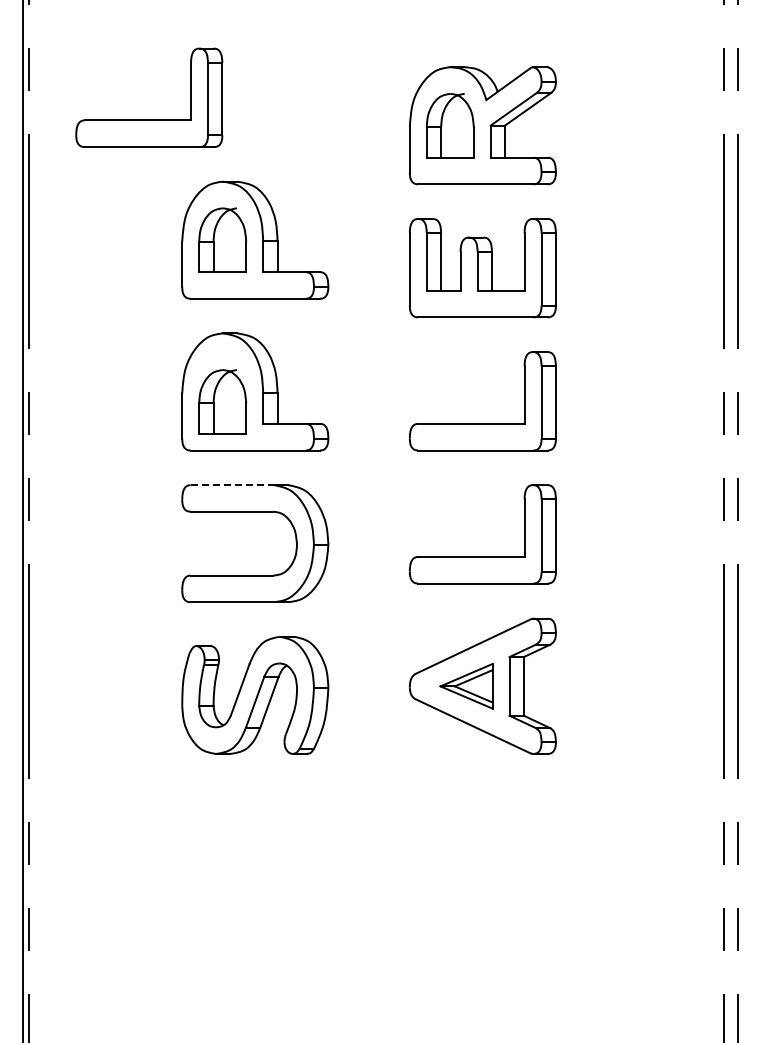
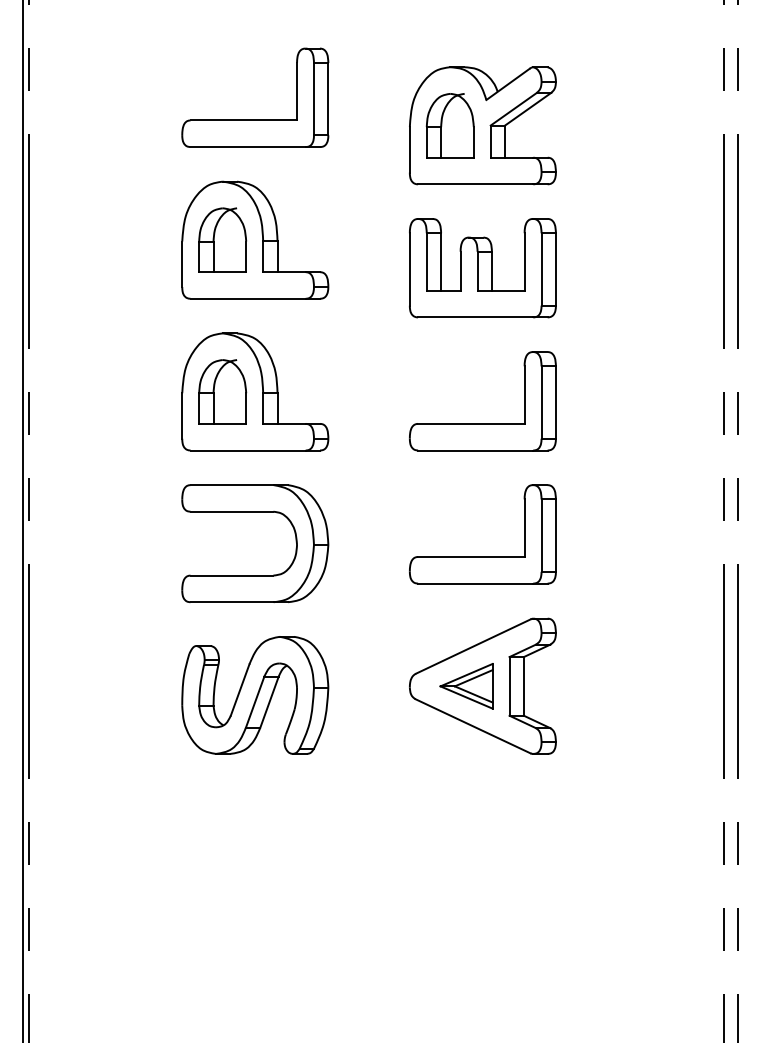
part at (149, 119) position: (149, 119) -> (255, 119)
part at (222, 401) position: (222, 401) -> (222, 391)
line at (232, 485): dashed -> solid
